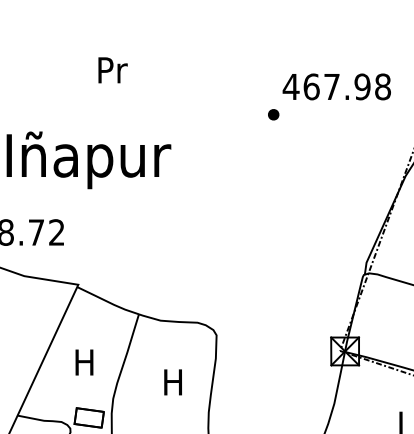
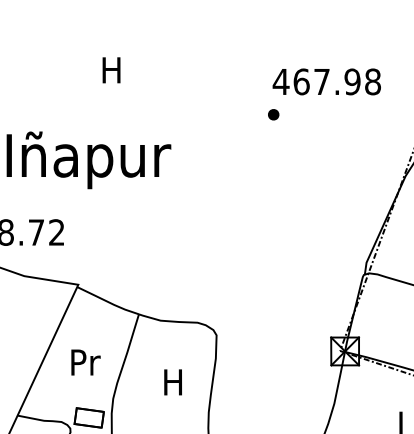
text at (112, 70): Pr -> H
text at (336, 86) position: (336, 86) -> (326, 81)
text at (85, 362): H -> Pr
